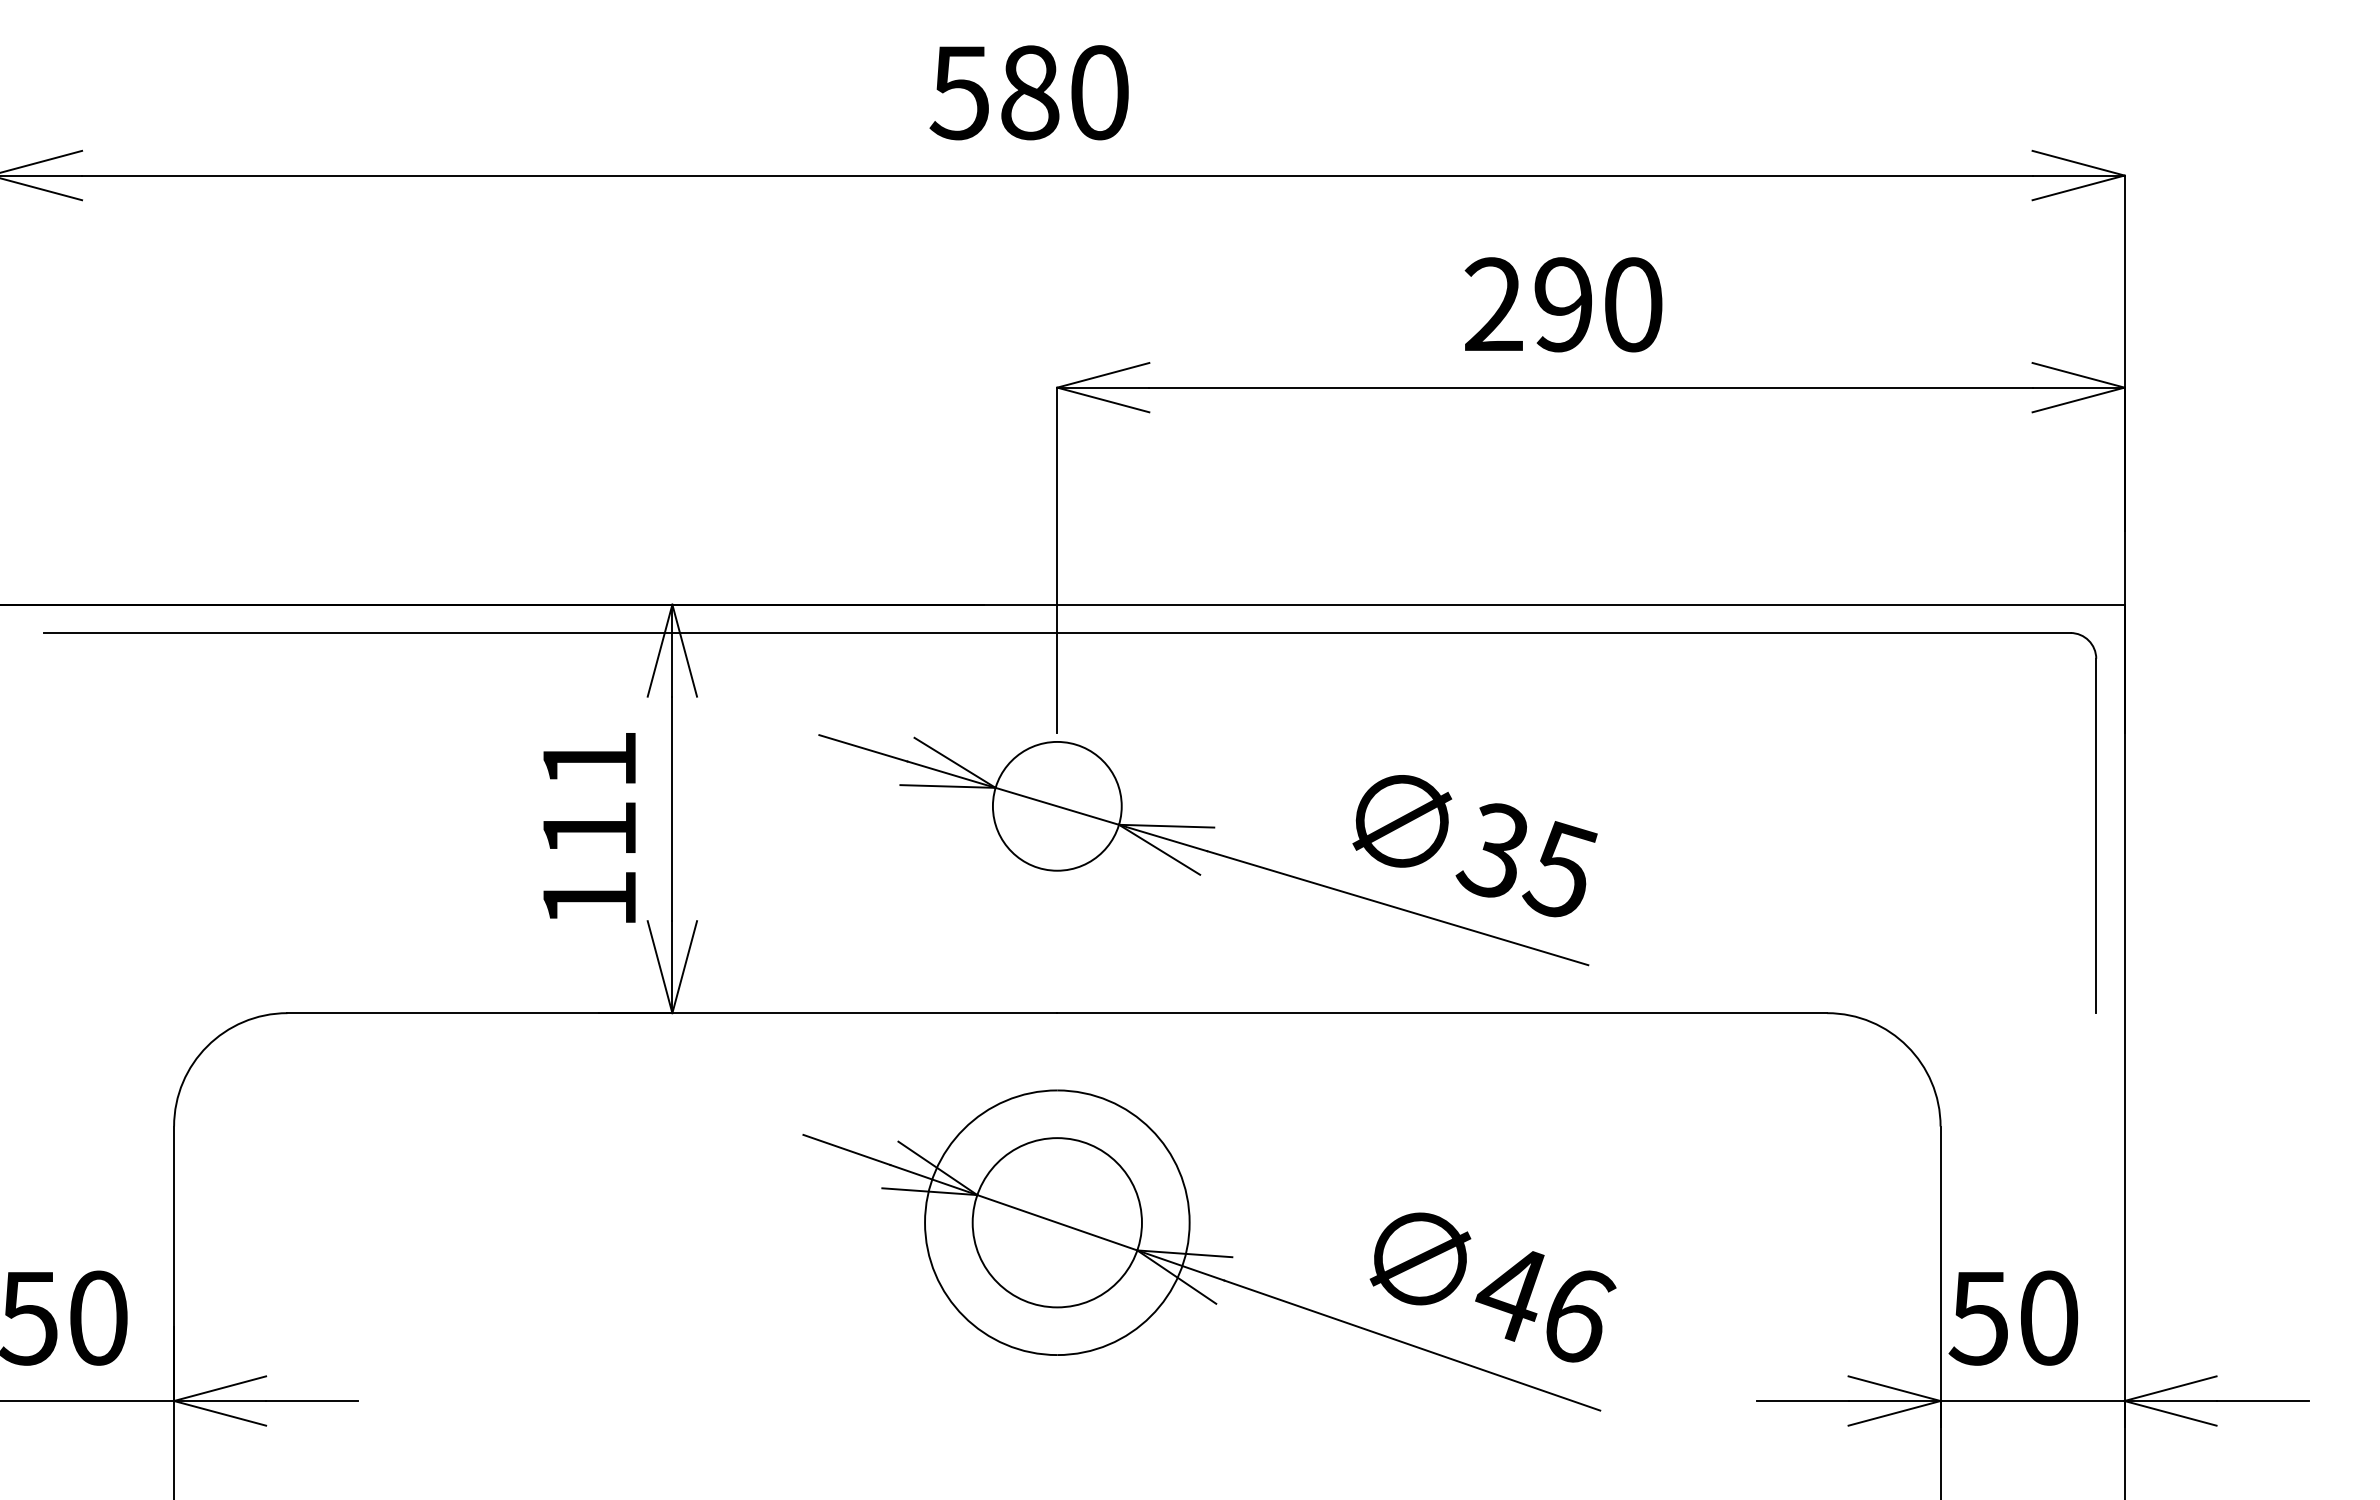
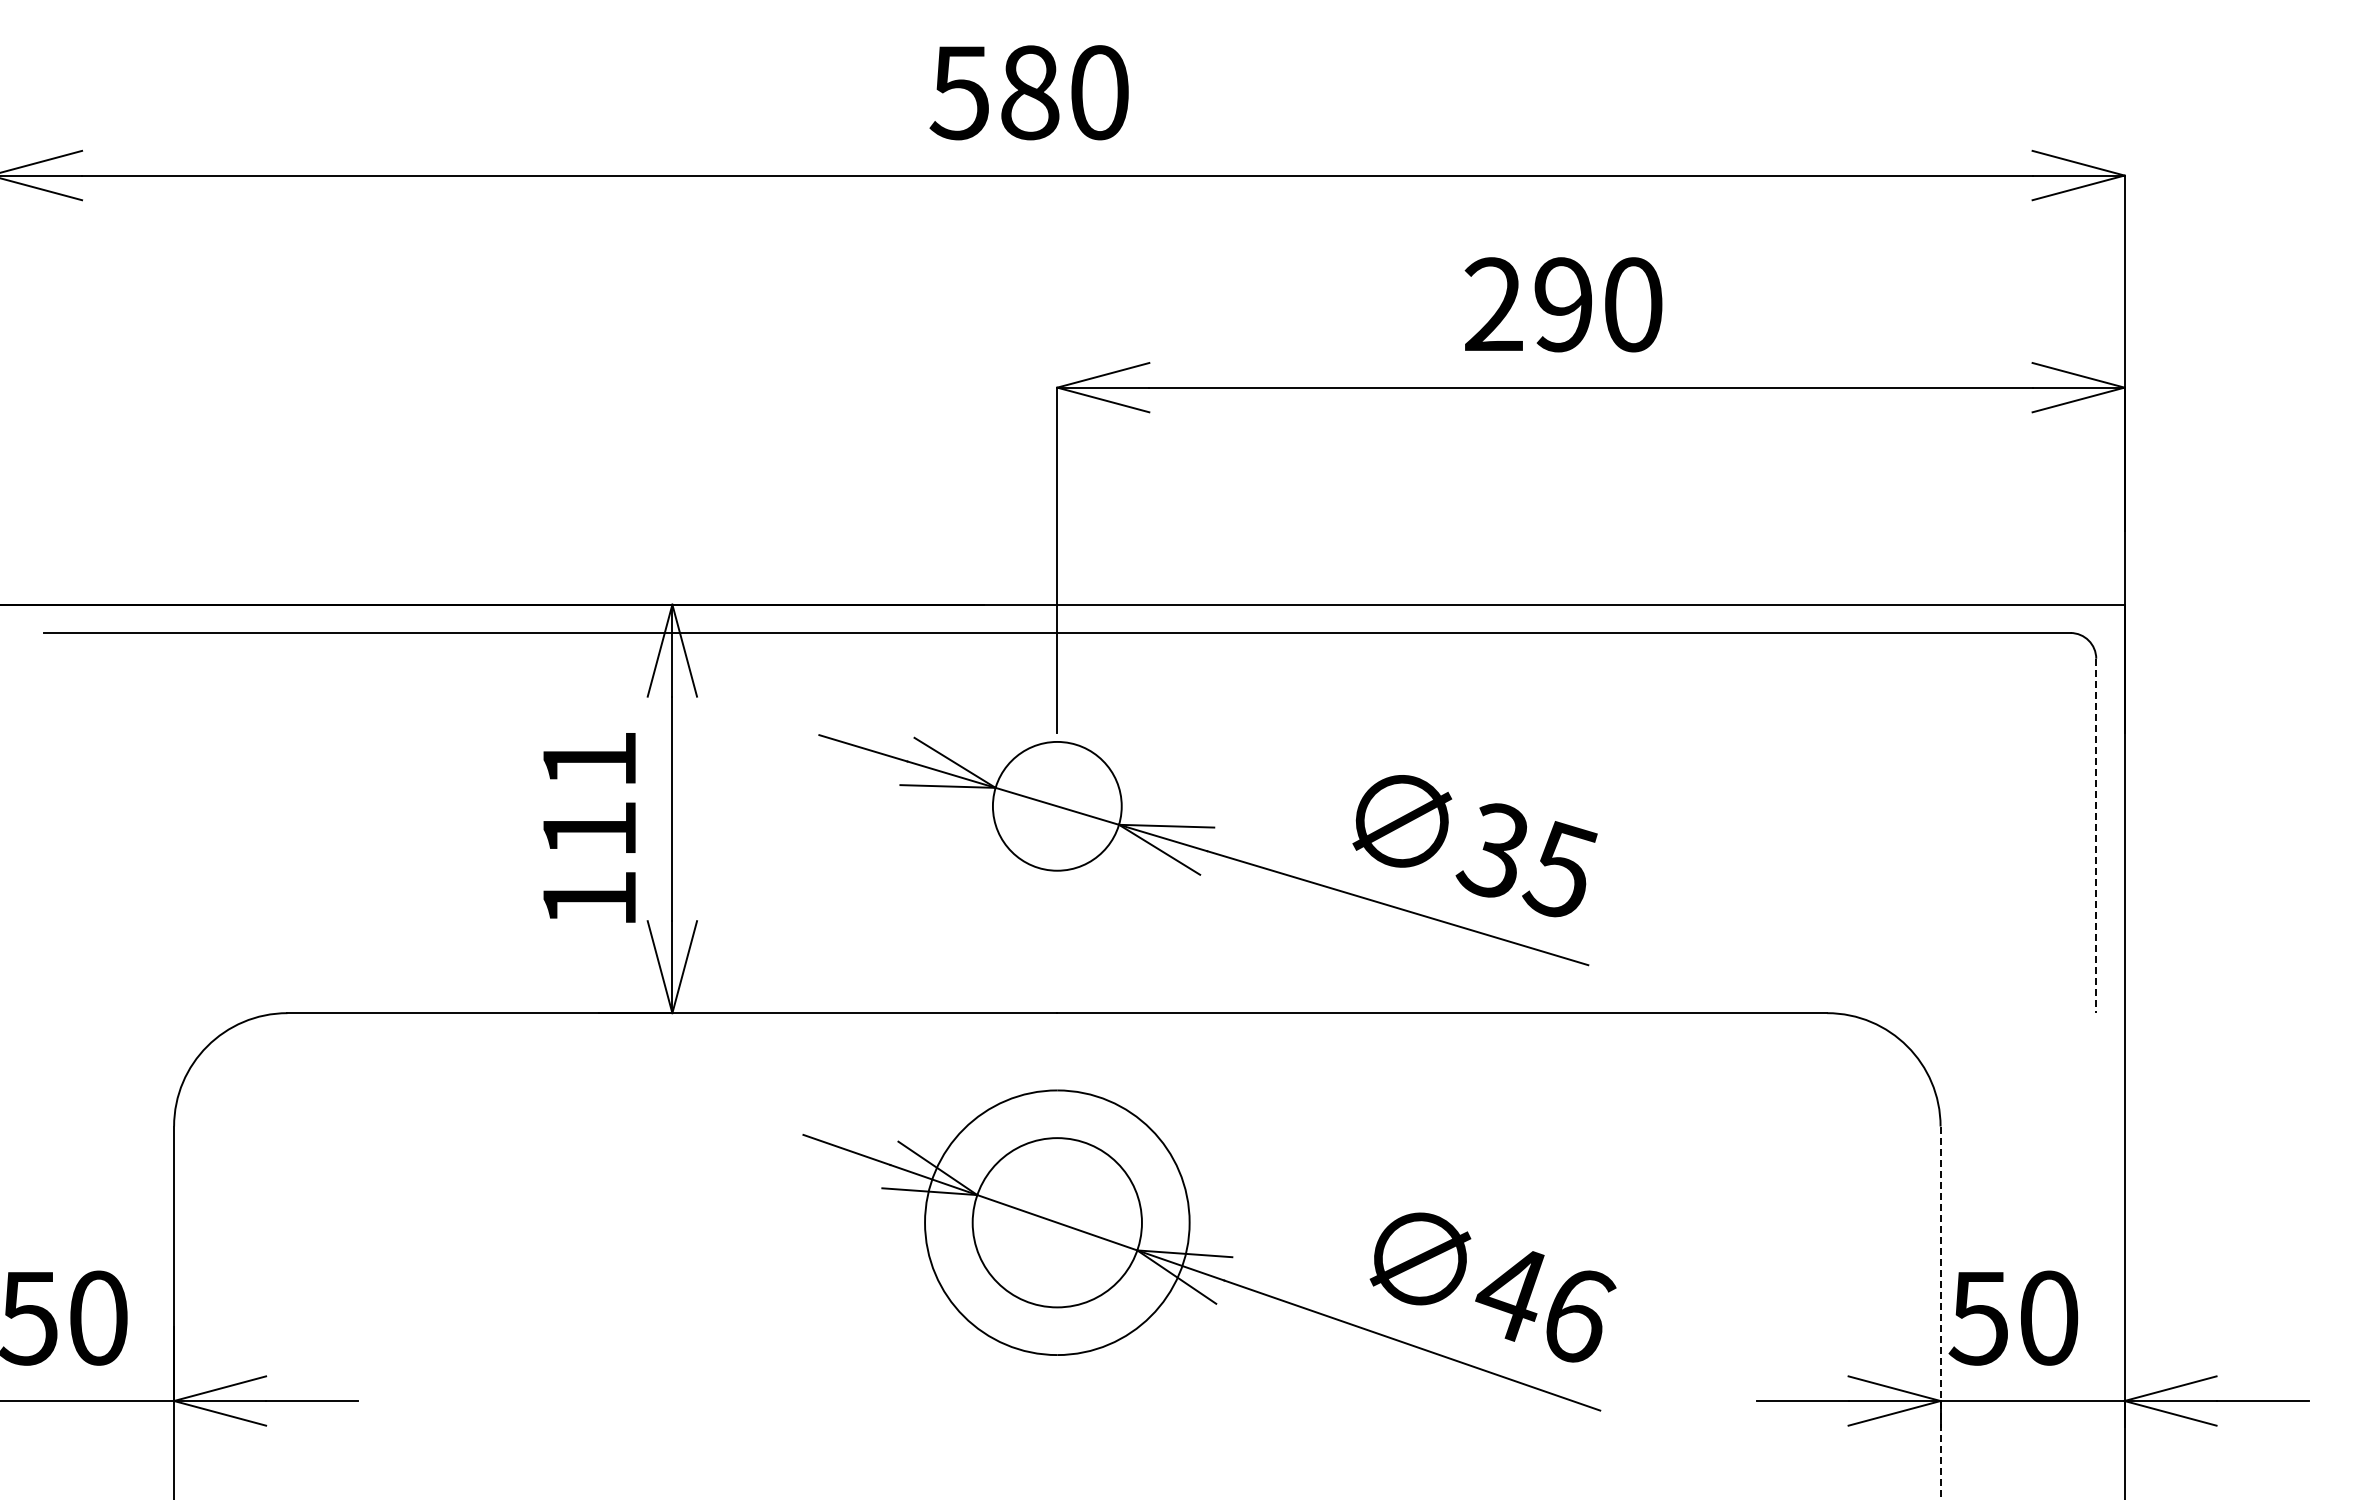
line at (2096, 836): solid -> dashed
line at (1940, 1313): solid -> dashed
